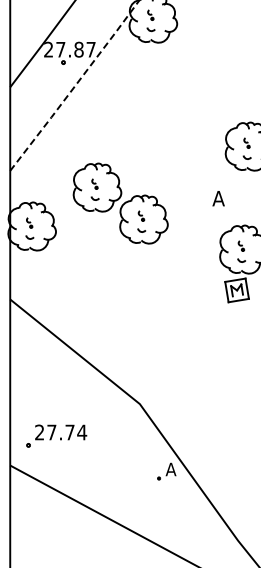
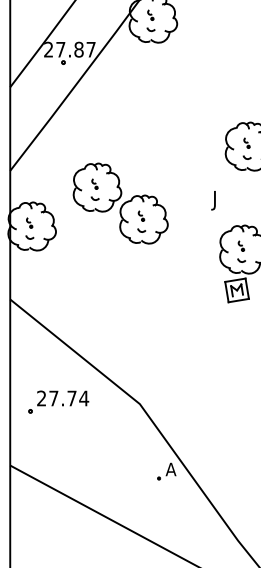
line at (75, 85): dashed -> solid
text at (217, 200): A -> J
part at (56, 435) position: (56, 435) -> (58, 401)
